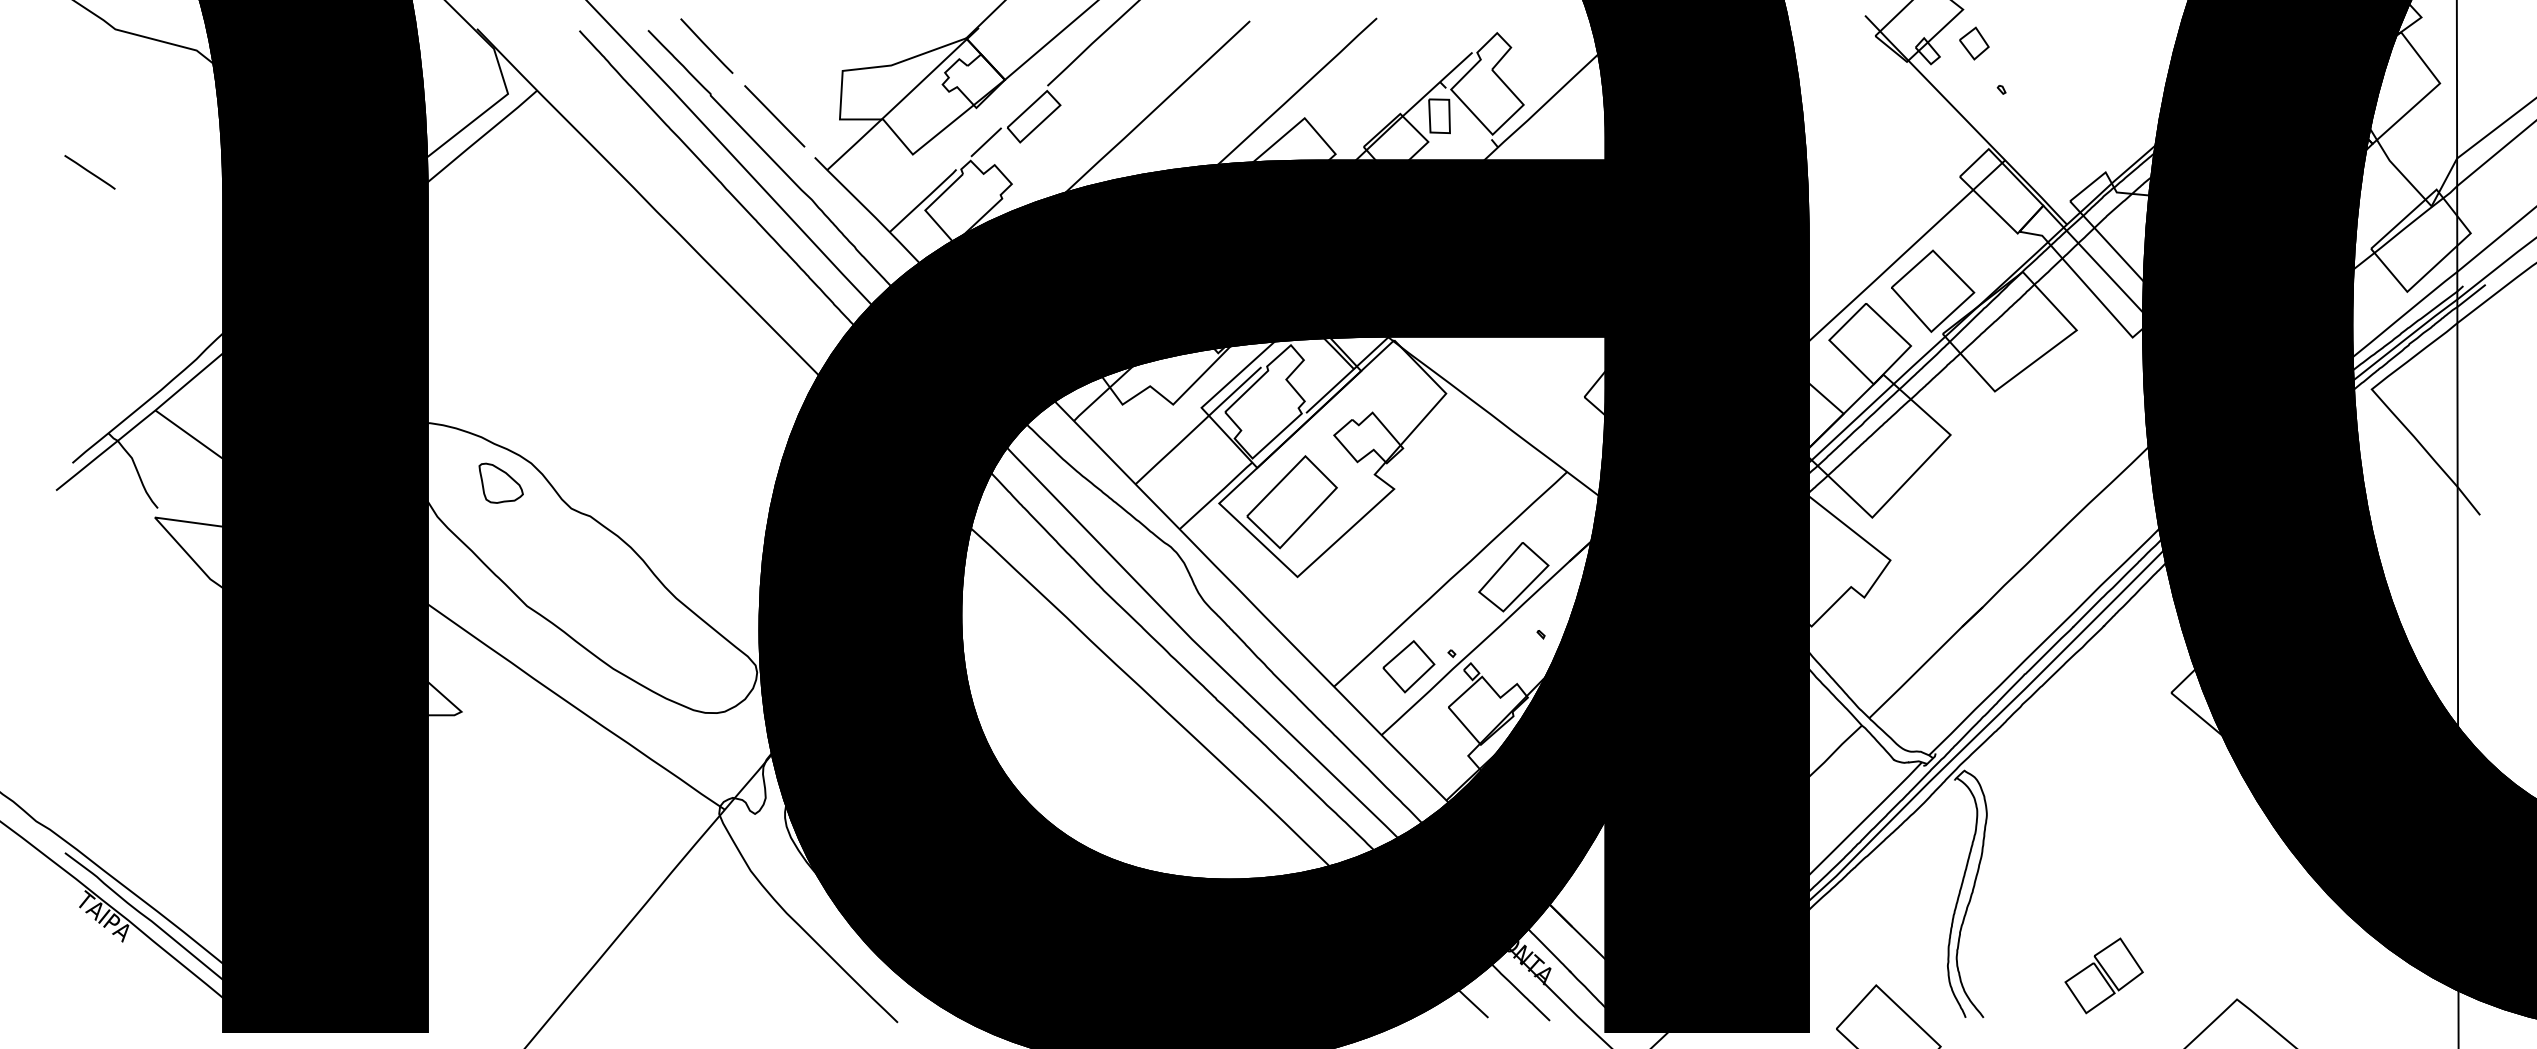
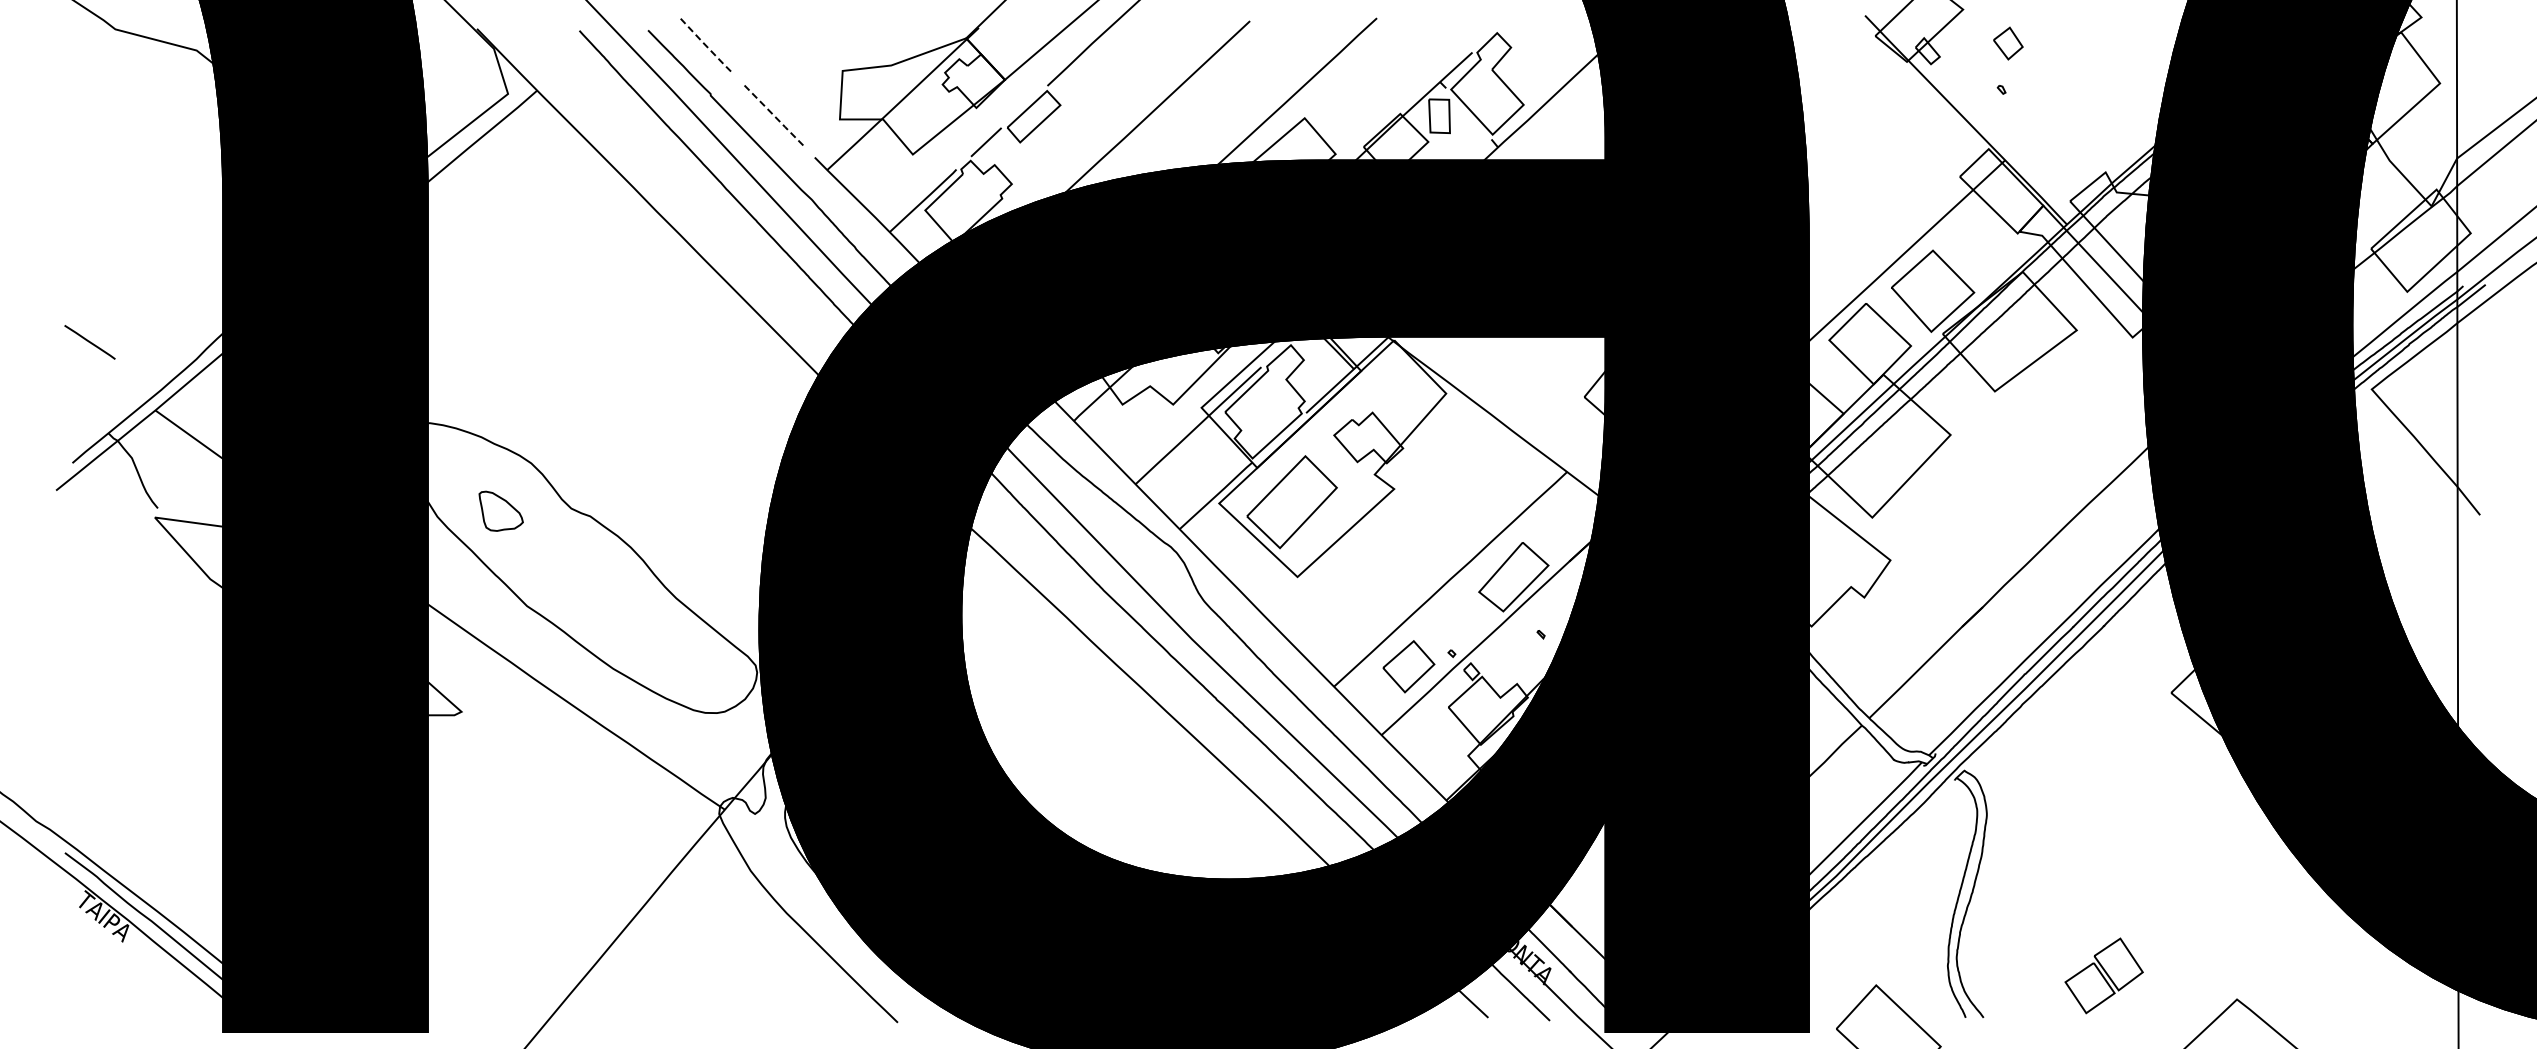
part at (1974, 43) position: (1974, 43) -> (2008, 43)
line at (707, 46): solid -> dashed
line at (775, 116): solid -> dashed
line at (89, 172) position: (89, 172) -> (89, 342)
part at (500, 482) position: (500, 482) -> (500, 510)
